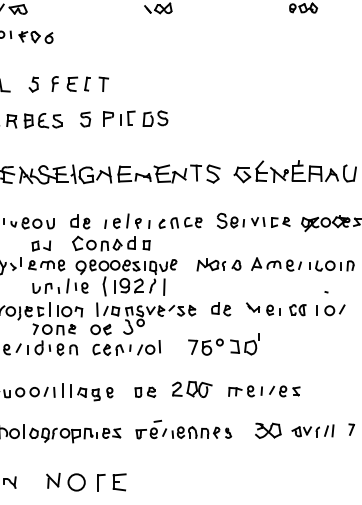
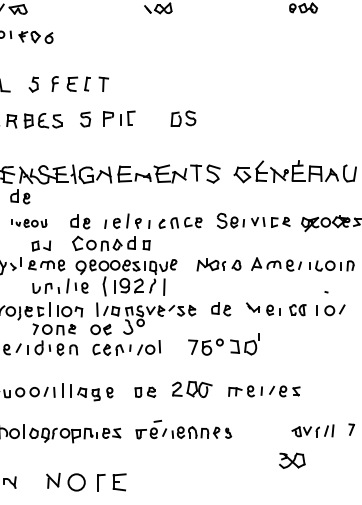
part at (155, 118) position: (155, 118) -> (183, 118)
part at (20, 196): none -> present
part at (28, 223) size: 52x13 px -> 37x10 px
part at (268, 430) position: (268, 430) -> (292, 460)
